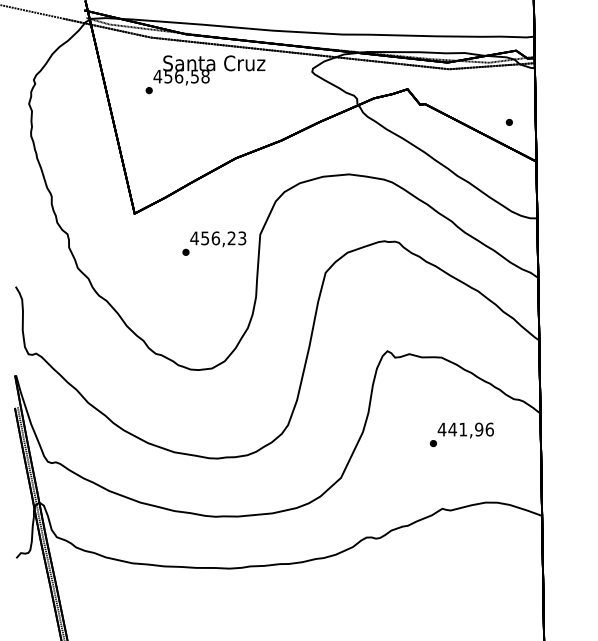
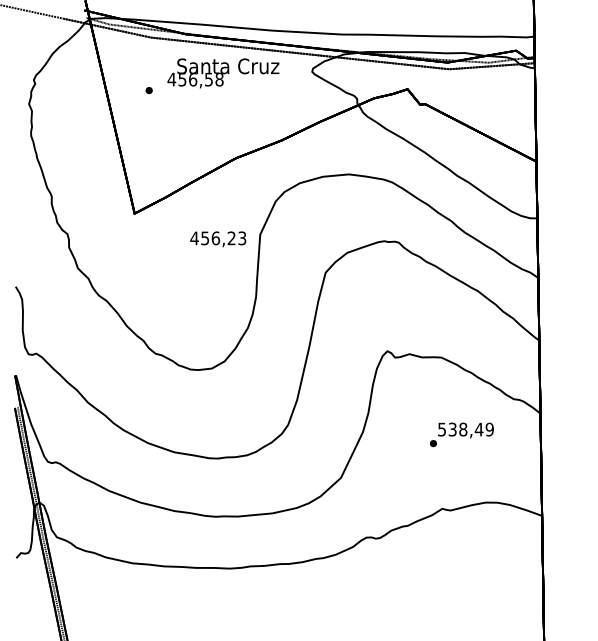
text at (209, 70) position: (209, 70) -> (223, 73)
part at (508, 121): present -> none
part at (185, 251): present -> none
text at (465, 429): 441,96 -> 538,49
